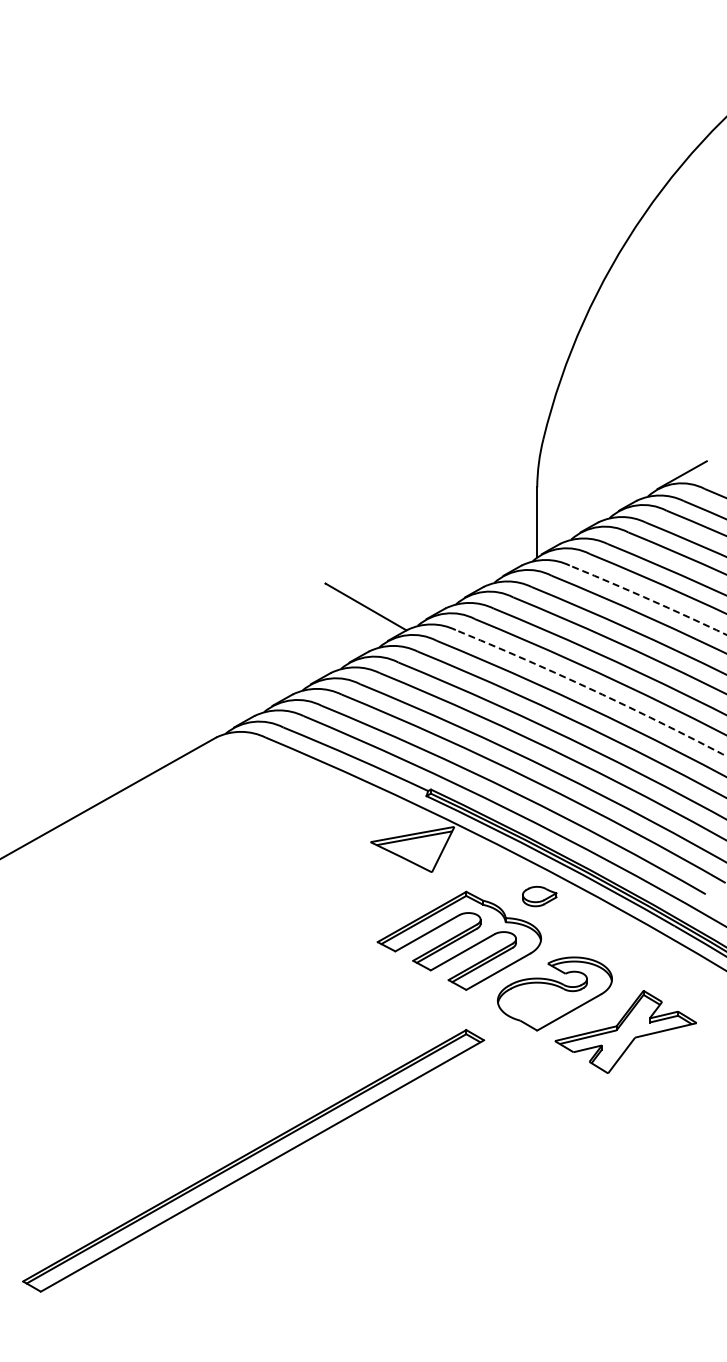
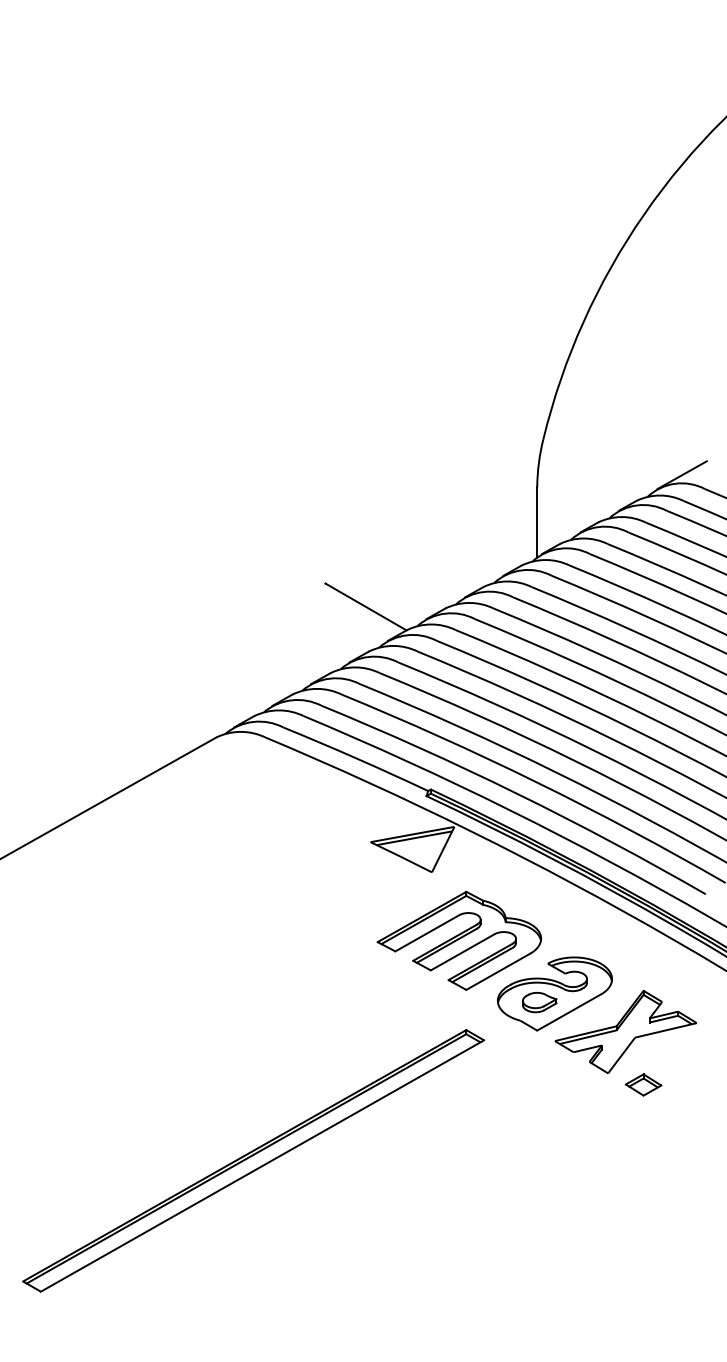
arc at (648, 599): dashed -> solid
arc at (592, 690): dashed -> solid
part at (539, 896) position: (539, 896) -> (539, 1002)
part at (643, 1084): none -> present
